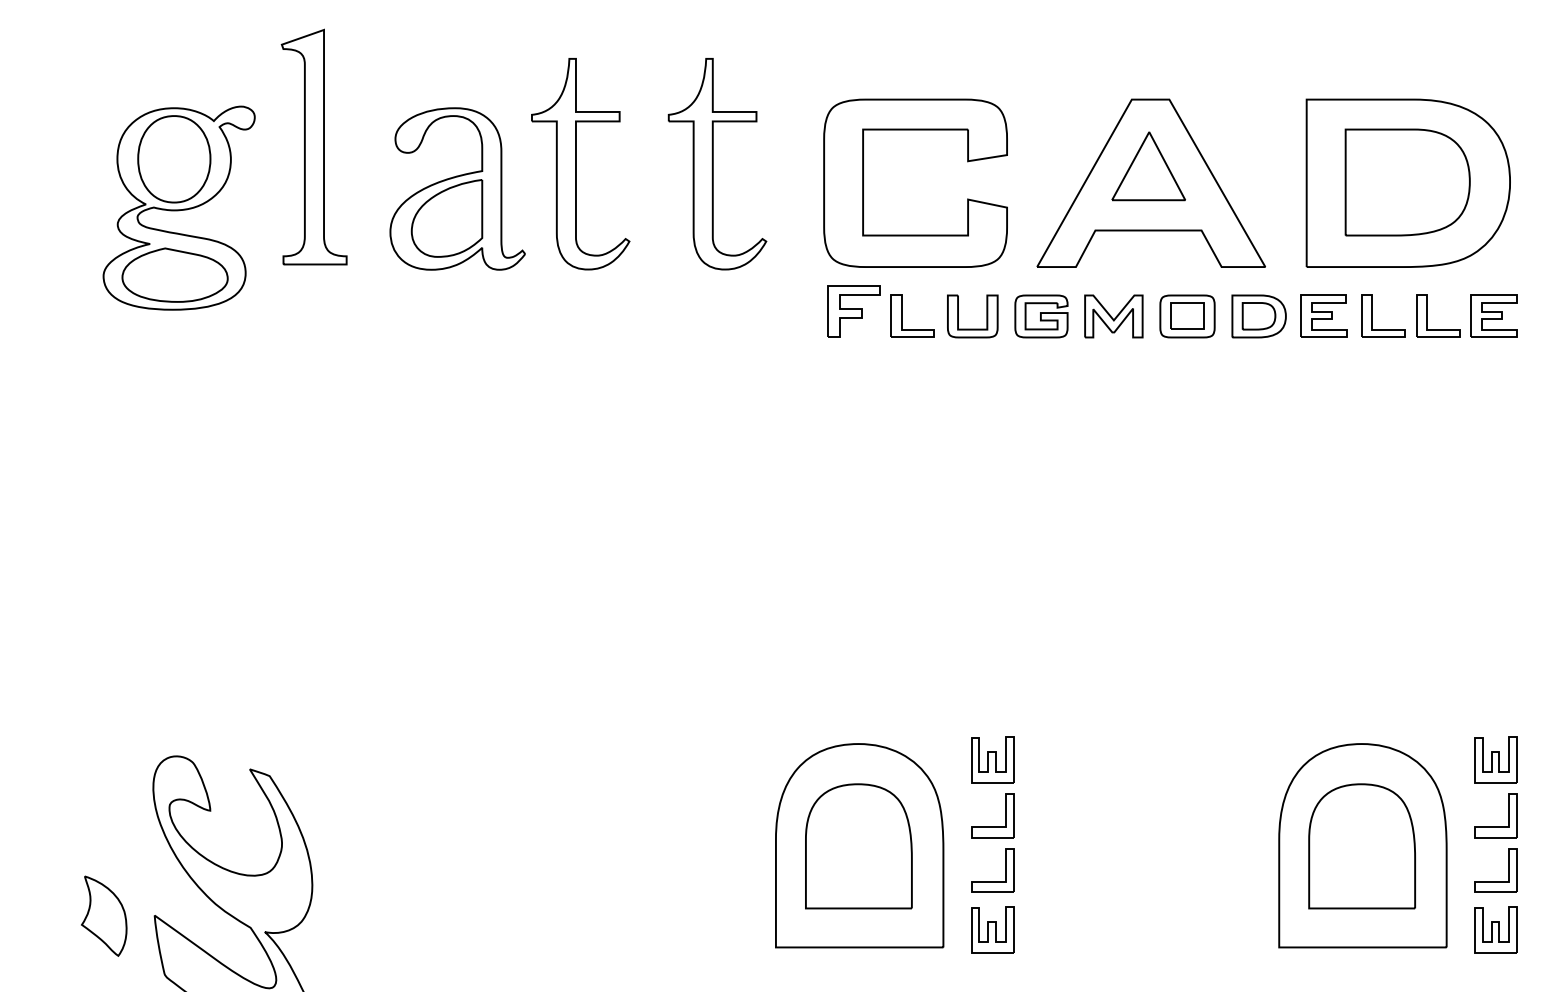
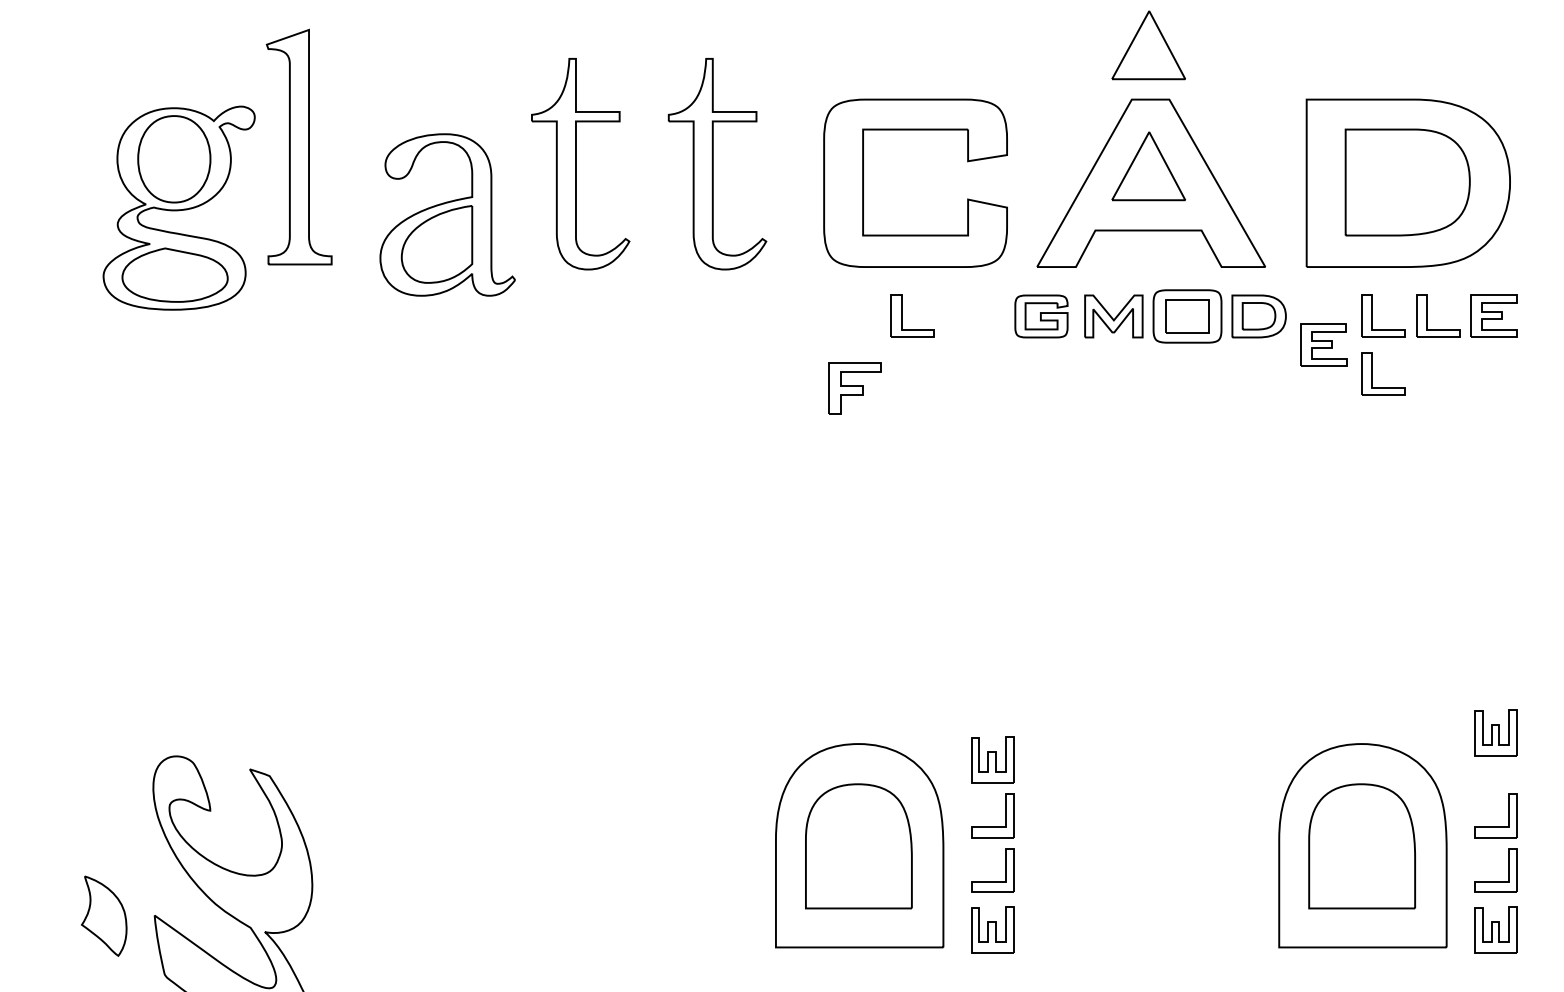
part at (1148, 45): none -> present
part at (313, 146) position: (313, 146) -> (298, 146)
part at (457, 188) position: (457, 188) -> (447, 214)
part at (853, 311) position: (853, 311) -> (854, 388)
part at (1323, 315) position: (1323, 315) -> (1323, 344)
part at (1187, 316) size: 57x45 px -> 71x55 px
part at (972, 328): present -> none
part at (1372, 373): none -> present
part at (1495, 759) position: (1495, 759) -> (1495, 732)
